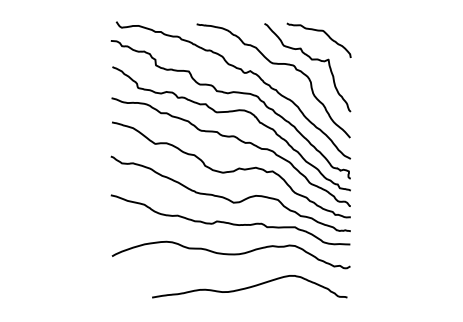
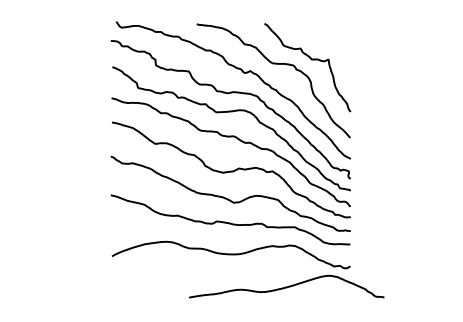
curve at (318, 31): present -> none
curve at (249, 286) position: (249, 286) -> (286, 286)
